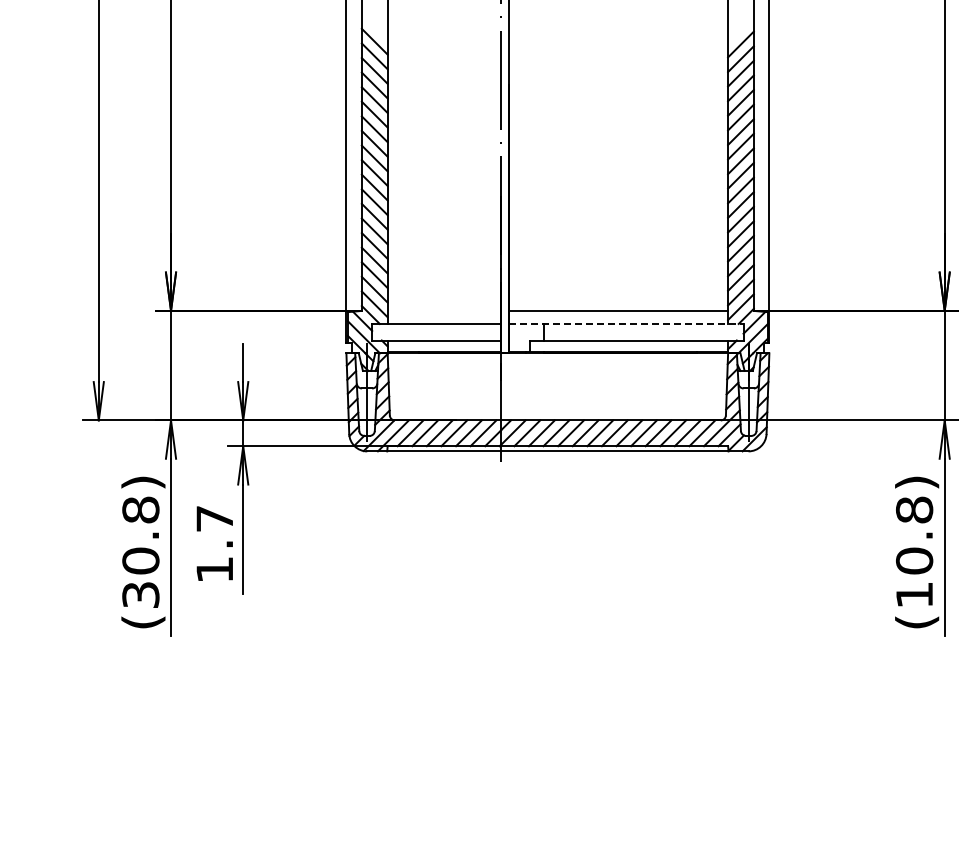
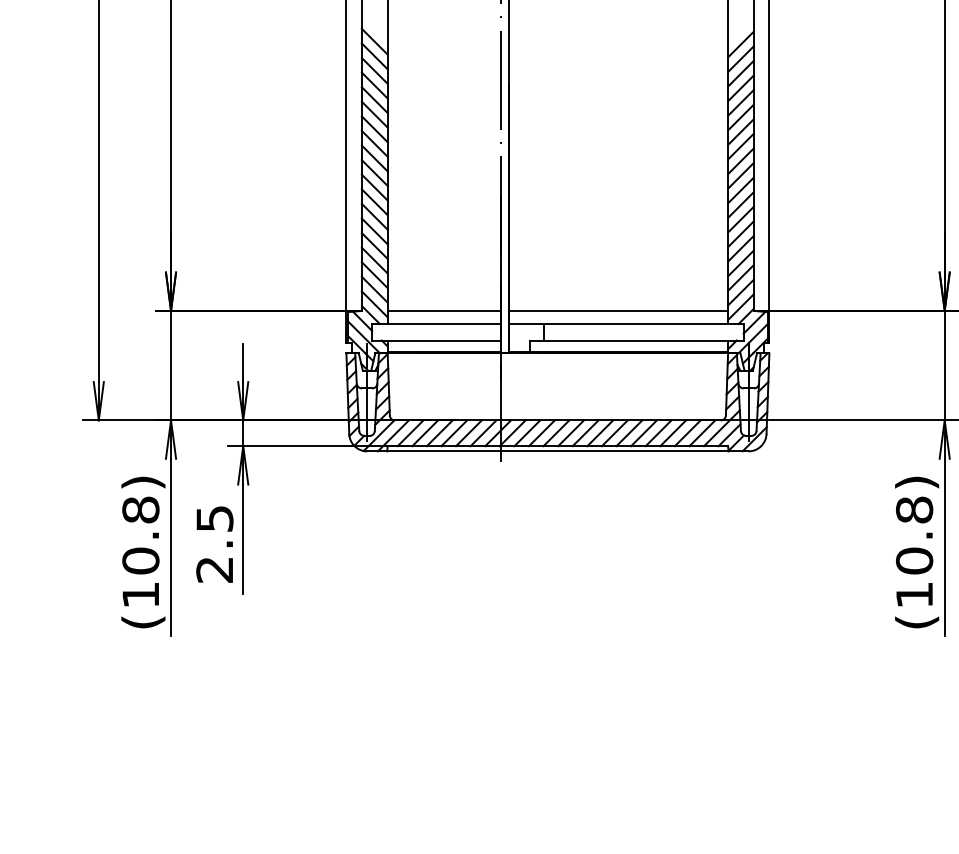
line at (444, 311): none -> present
line at (626, 324): dashed -> solid
text at (214, 544): 1.7 -> 2.5
text at (140, 594): (30.8) -> (10.8)
